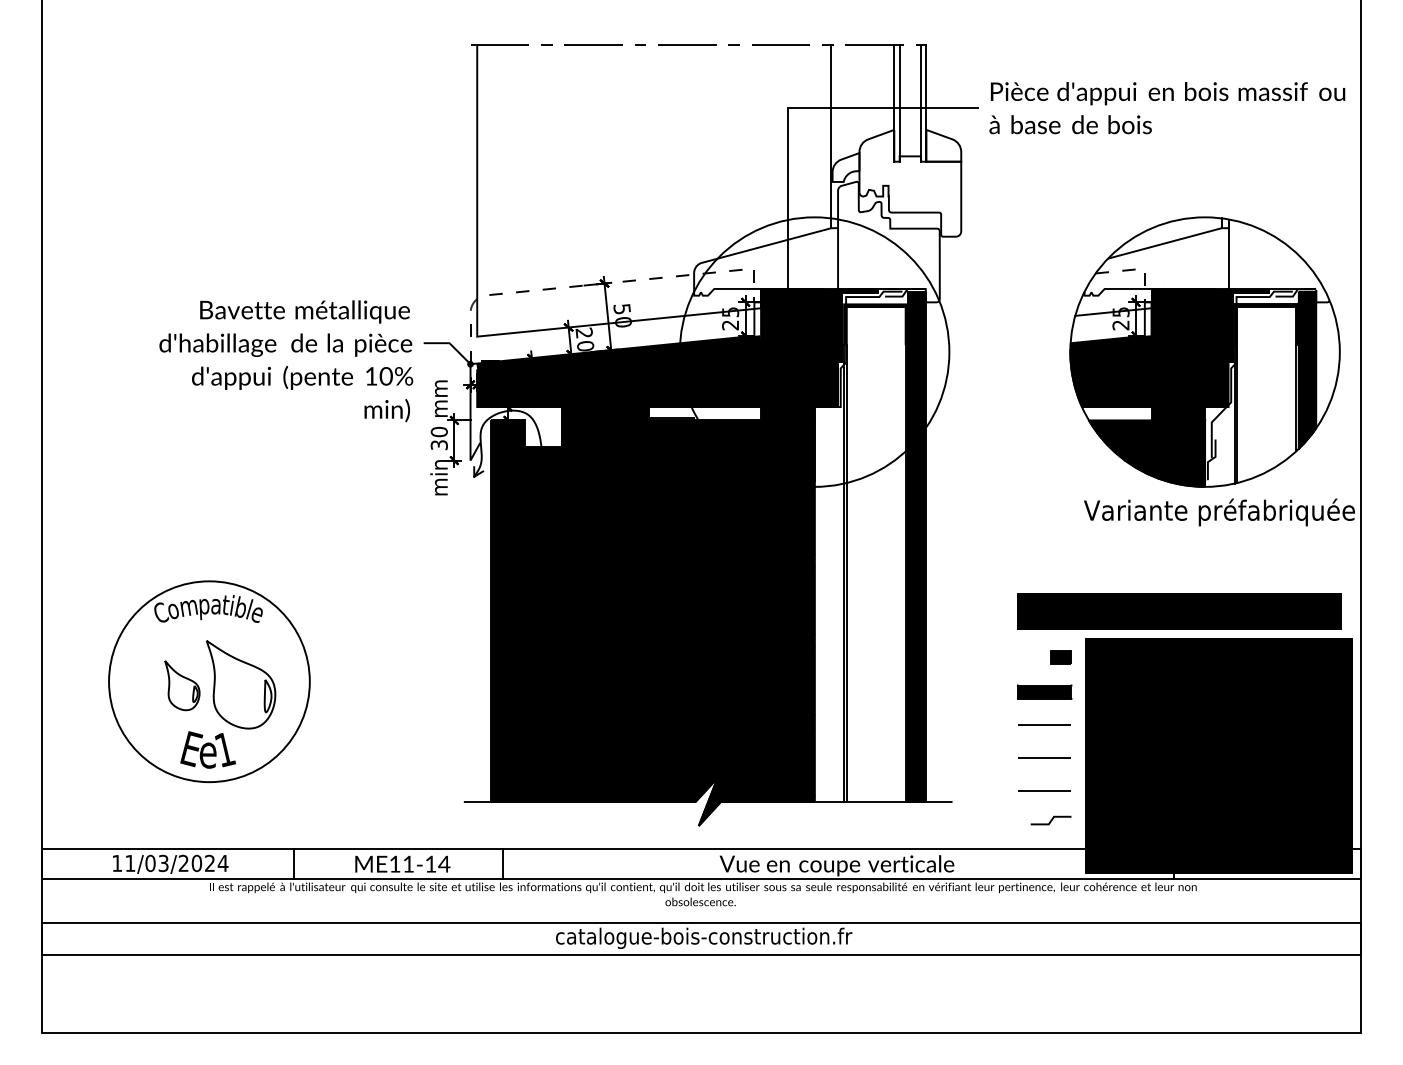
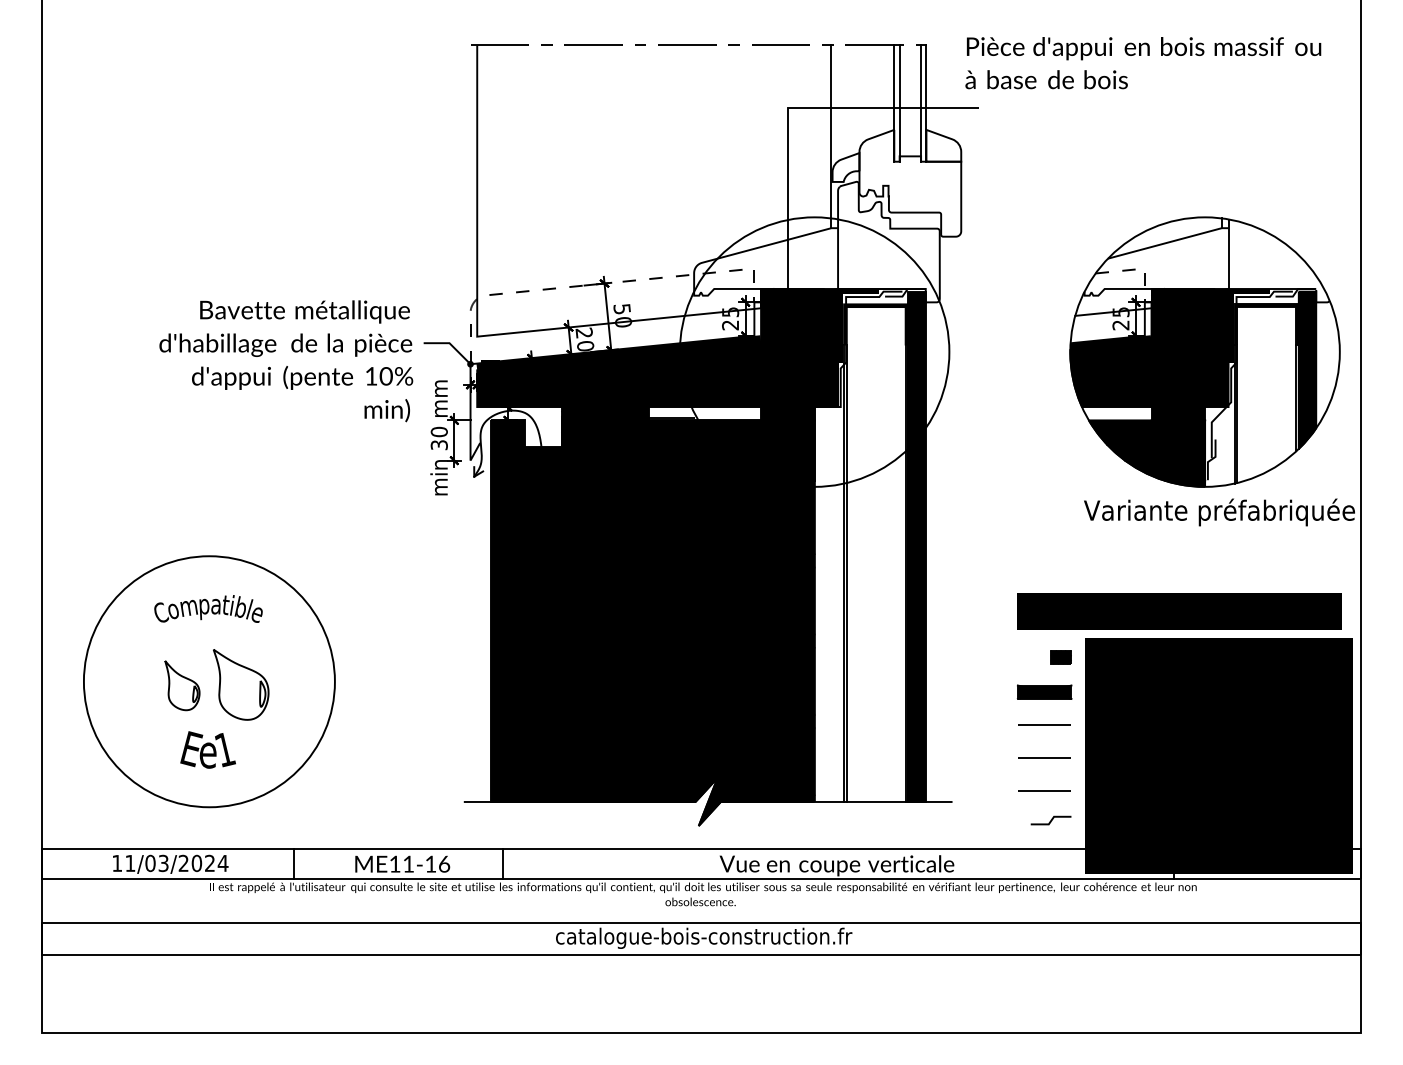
text at (1167, 108) position: (1167, 108) -> (1143, 63)
circle at (209, 681) diameter: 201 px -> 251 px
part at (241, 684) size: 71x90 px -> 57x72 px
text at (444, 864): \c16711848;ME11-14 -> \c16711848;ME11-16
